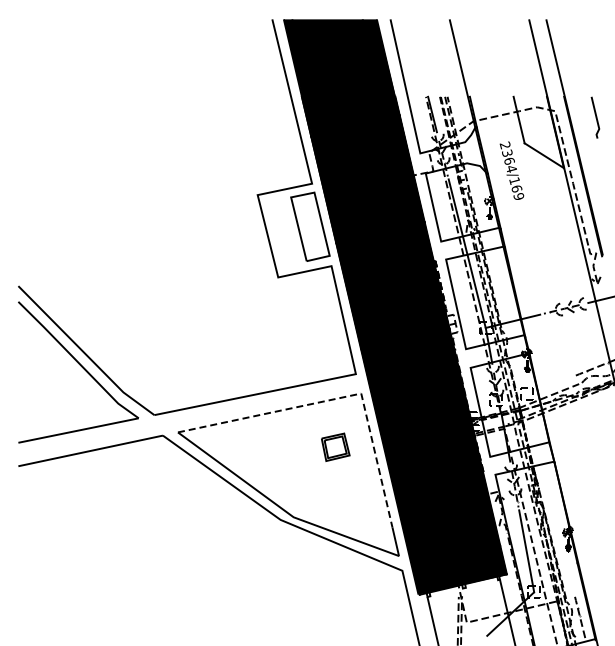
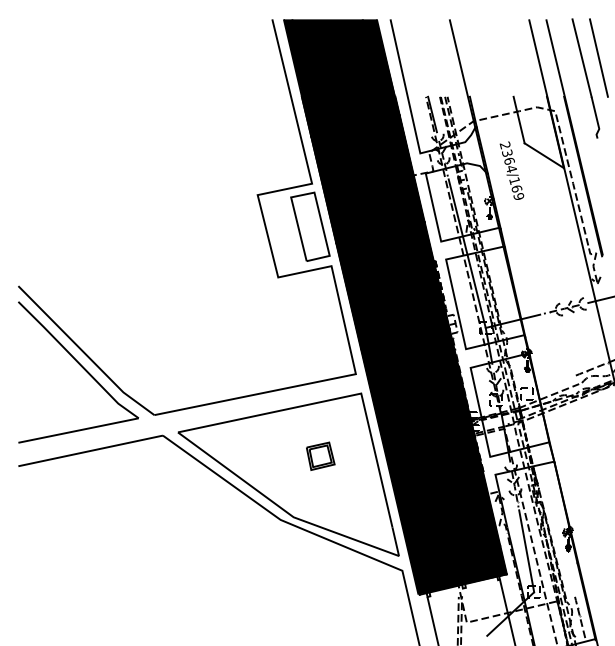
line at (581, 57): none -> present
line at (598, 57): none -> present
line at (337, 398): dashed -> solid
part at (335, 446) position: (335, 446) -> (320, 455)
